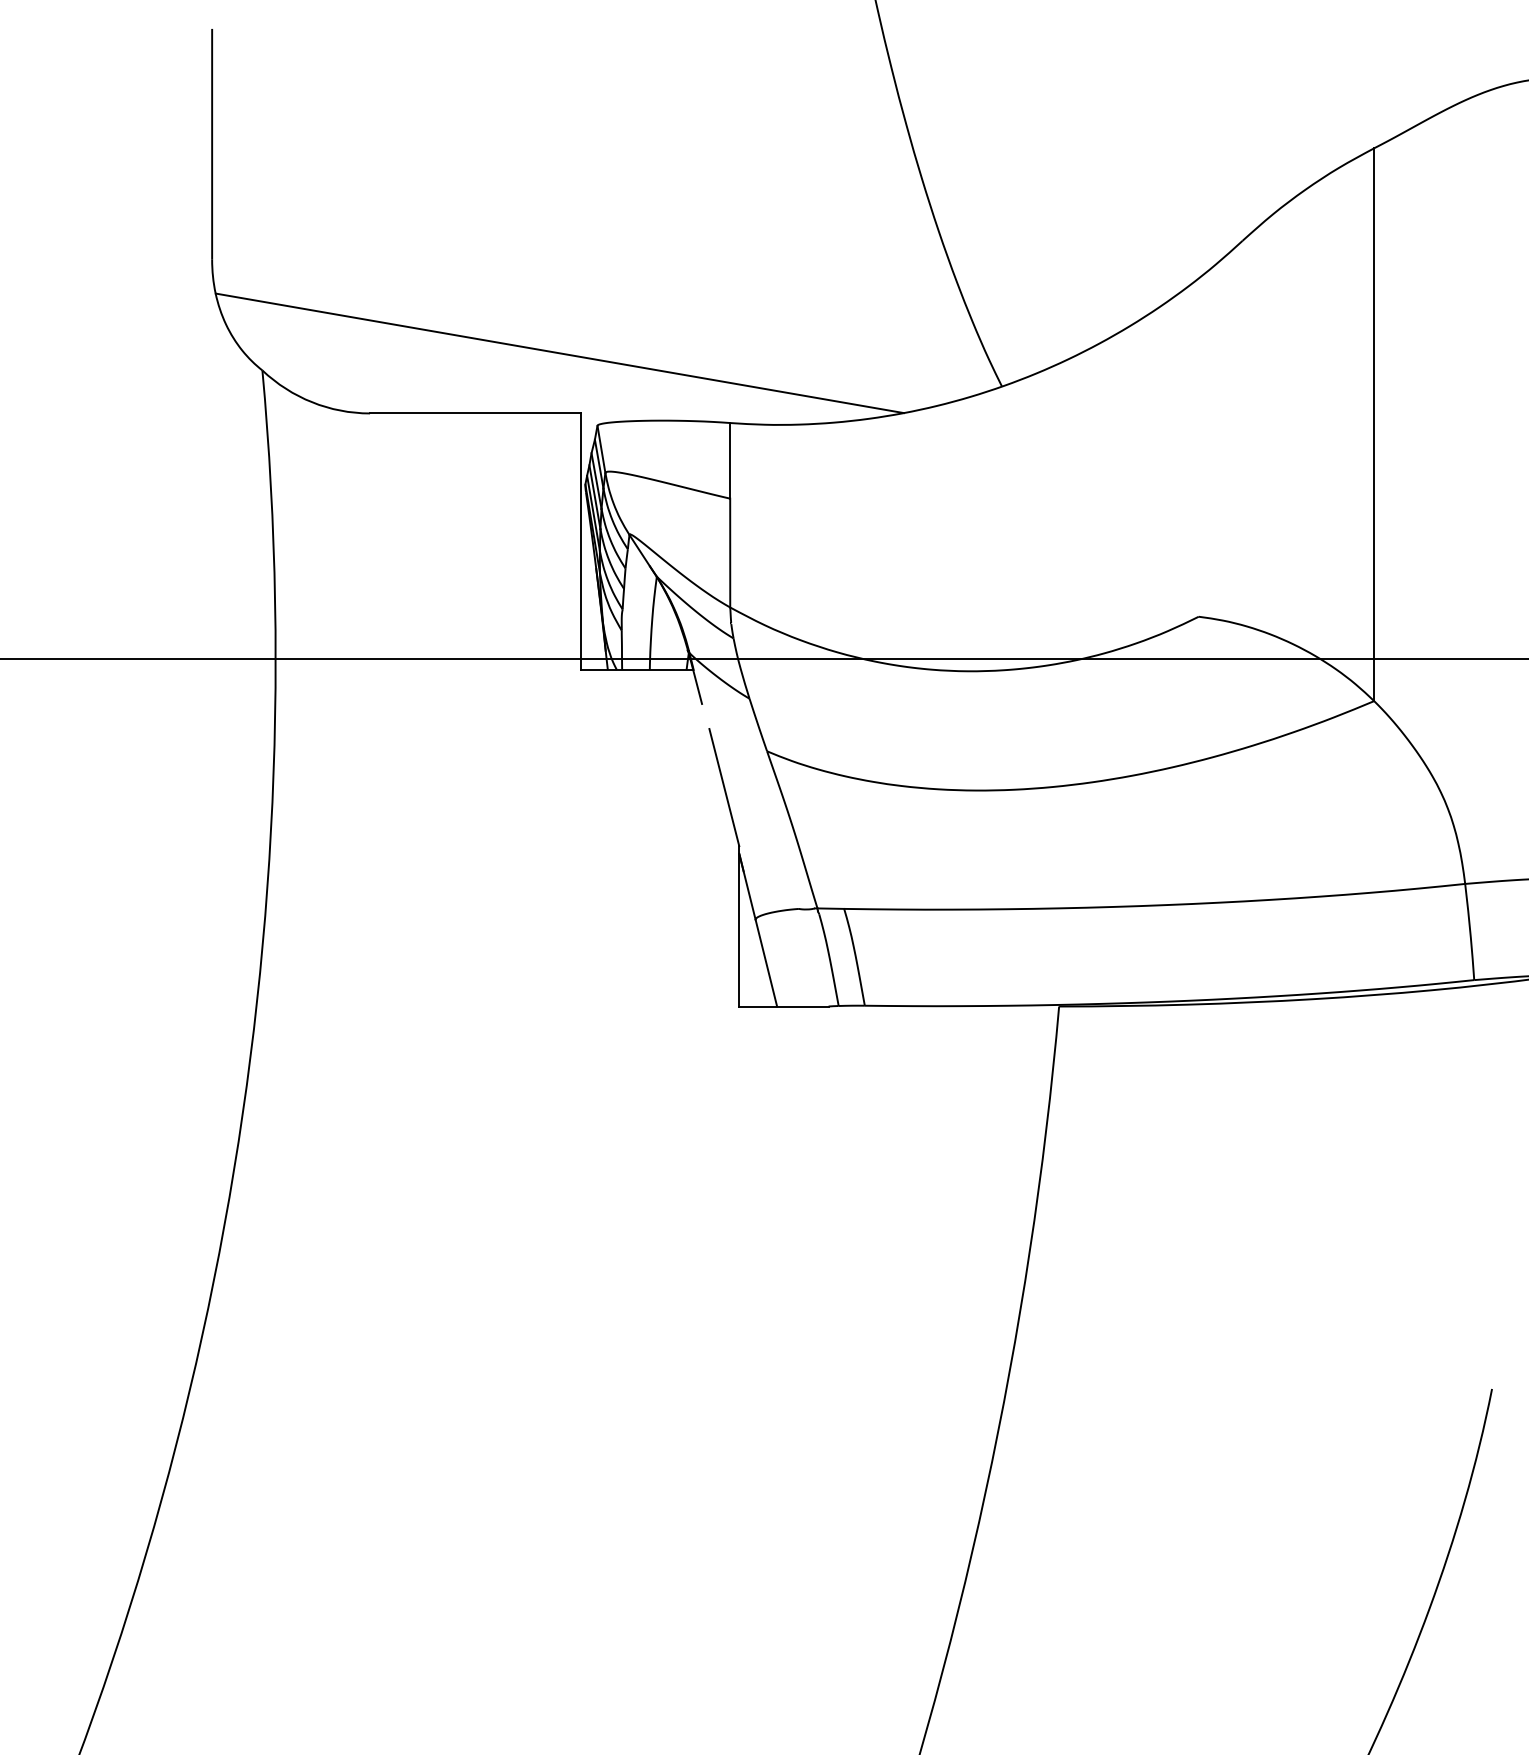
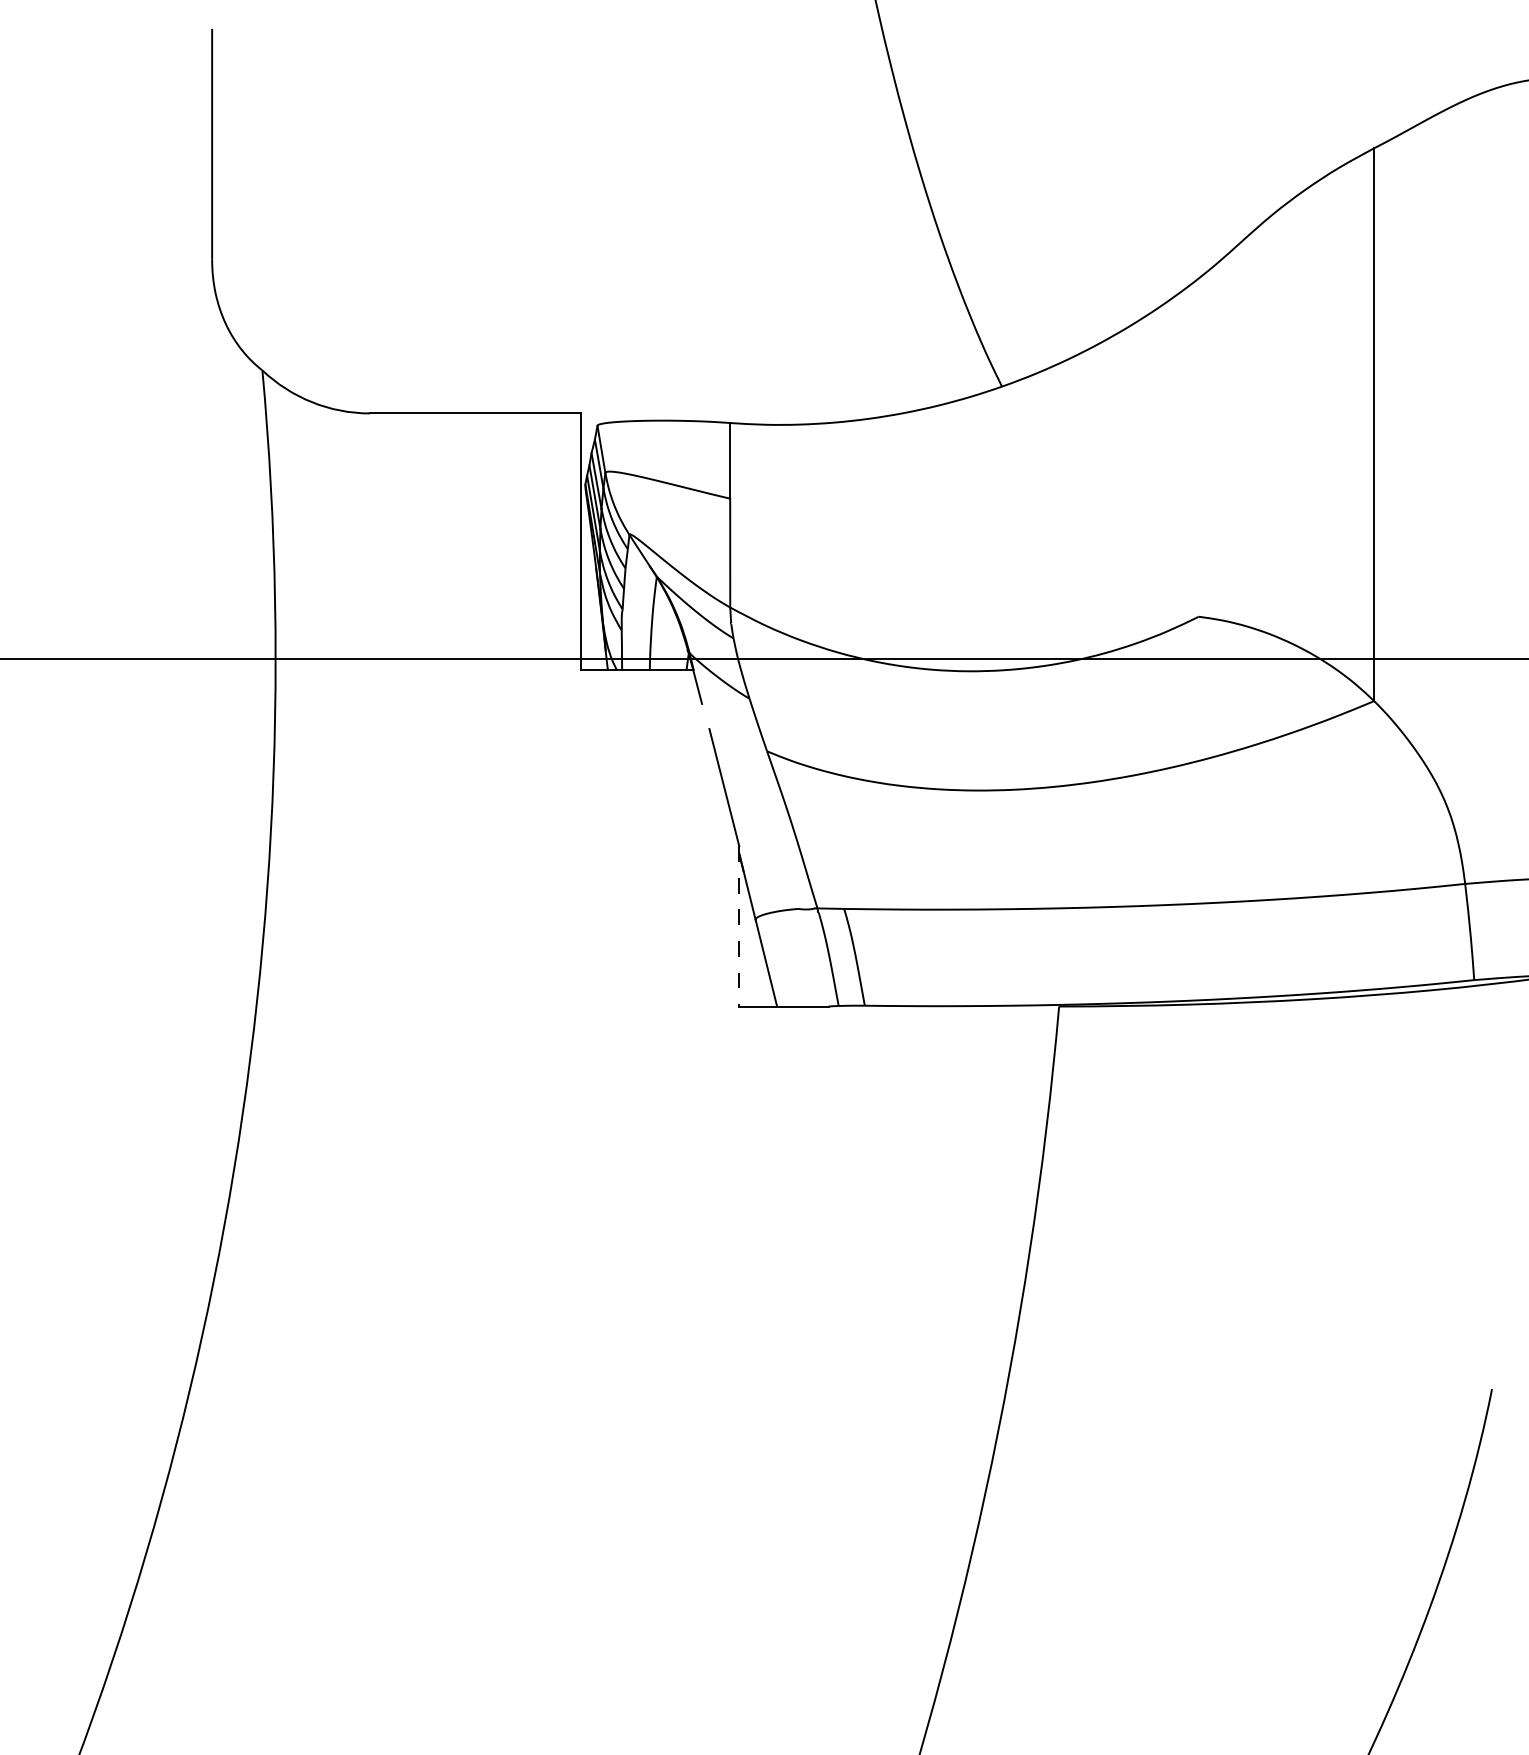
line at (559, 353): present -> none
line at (739, 926): solid -> dashed
